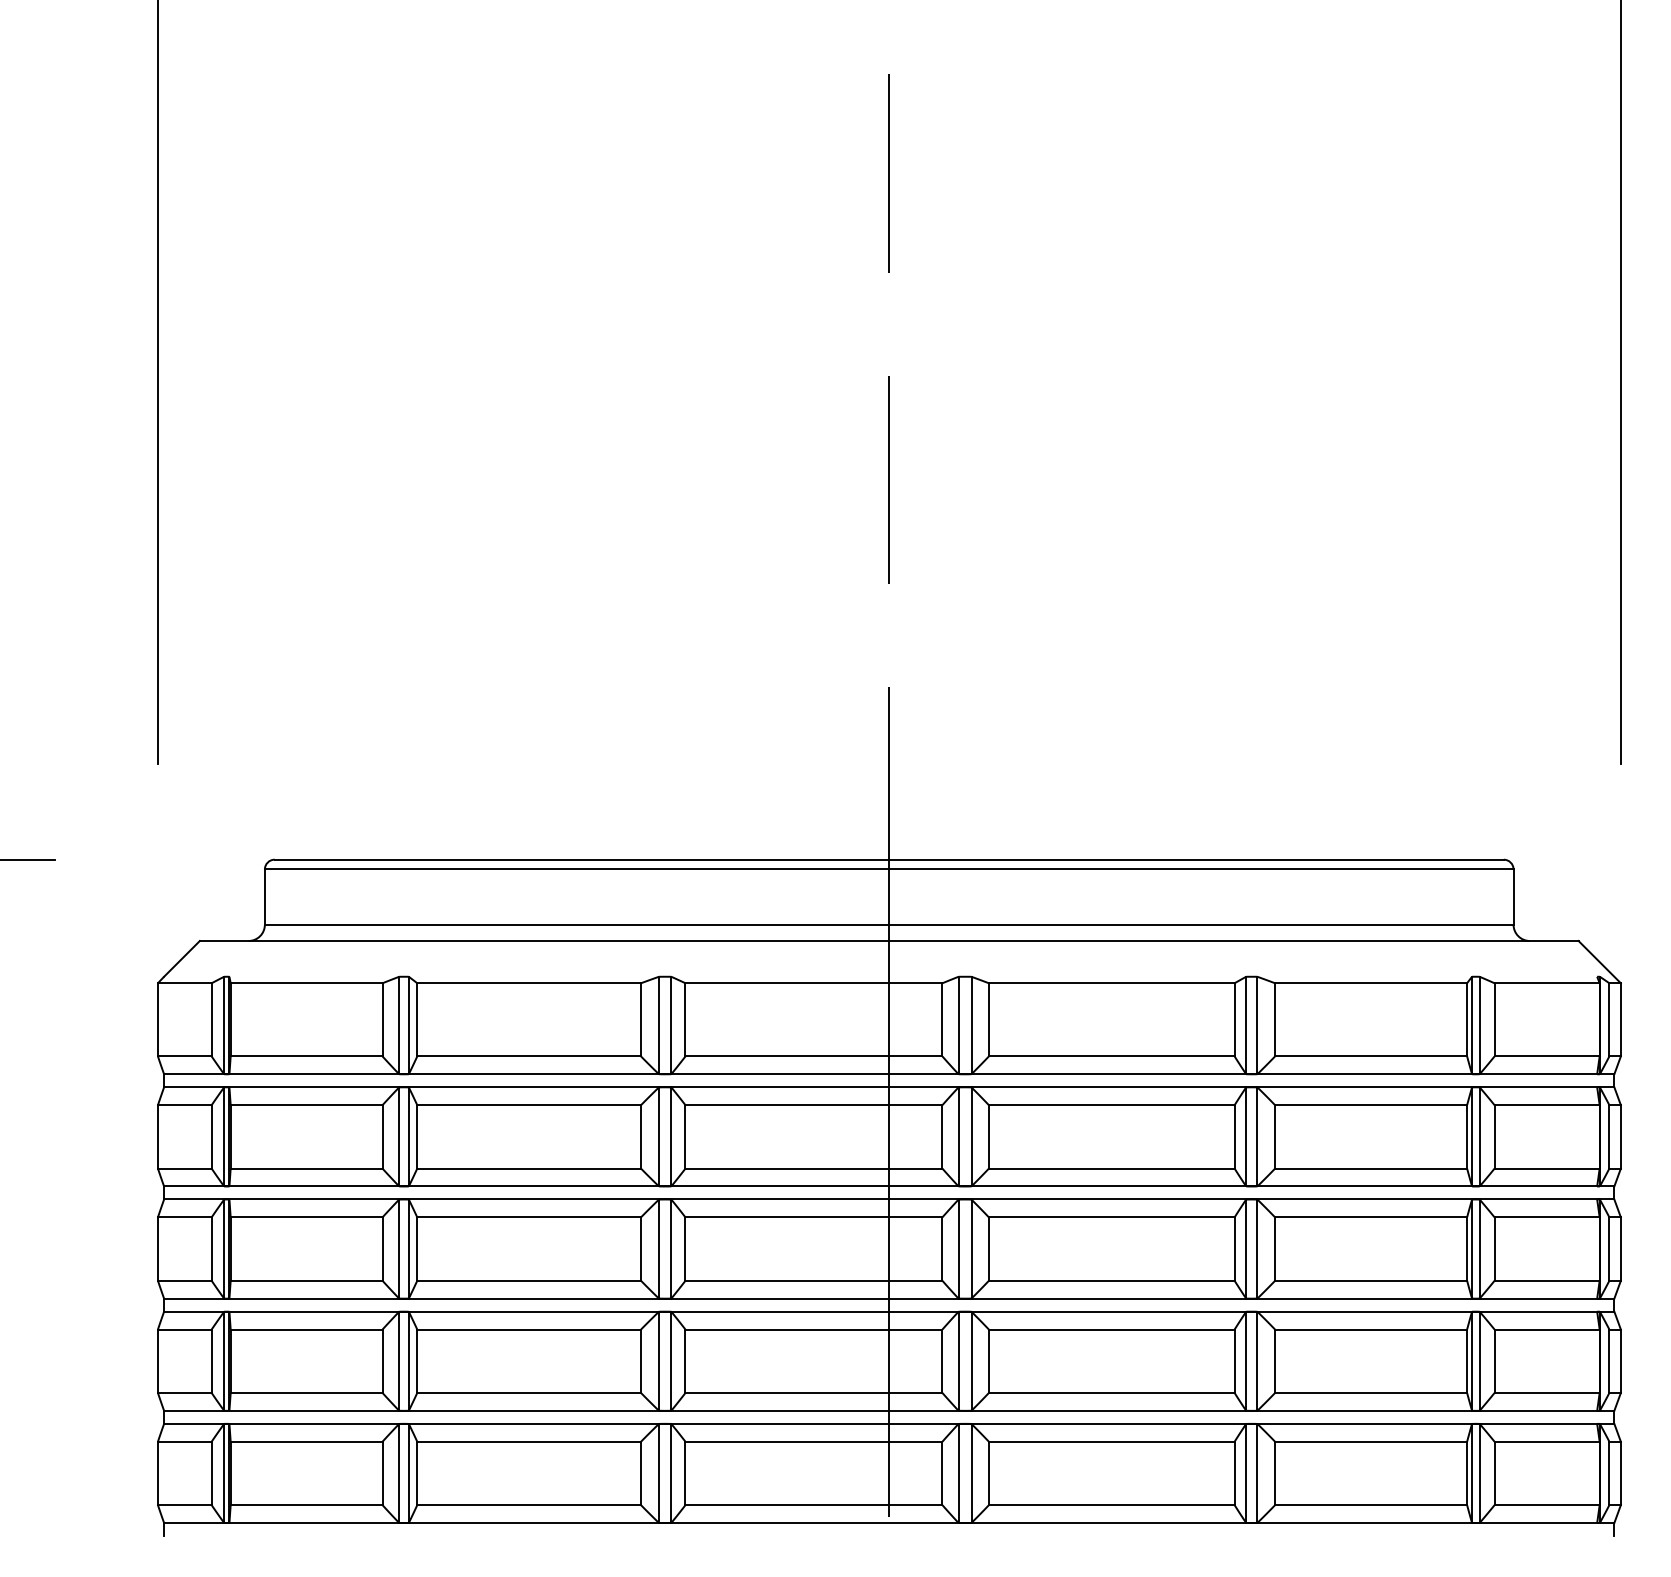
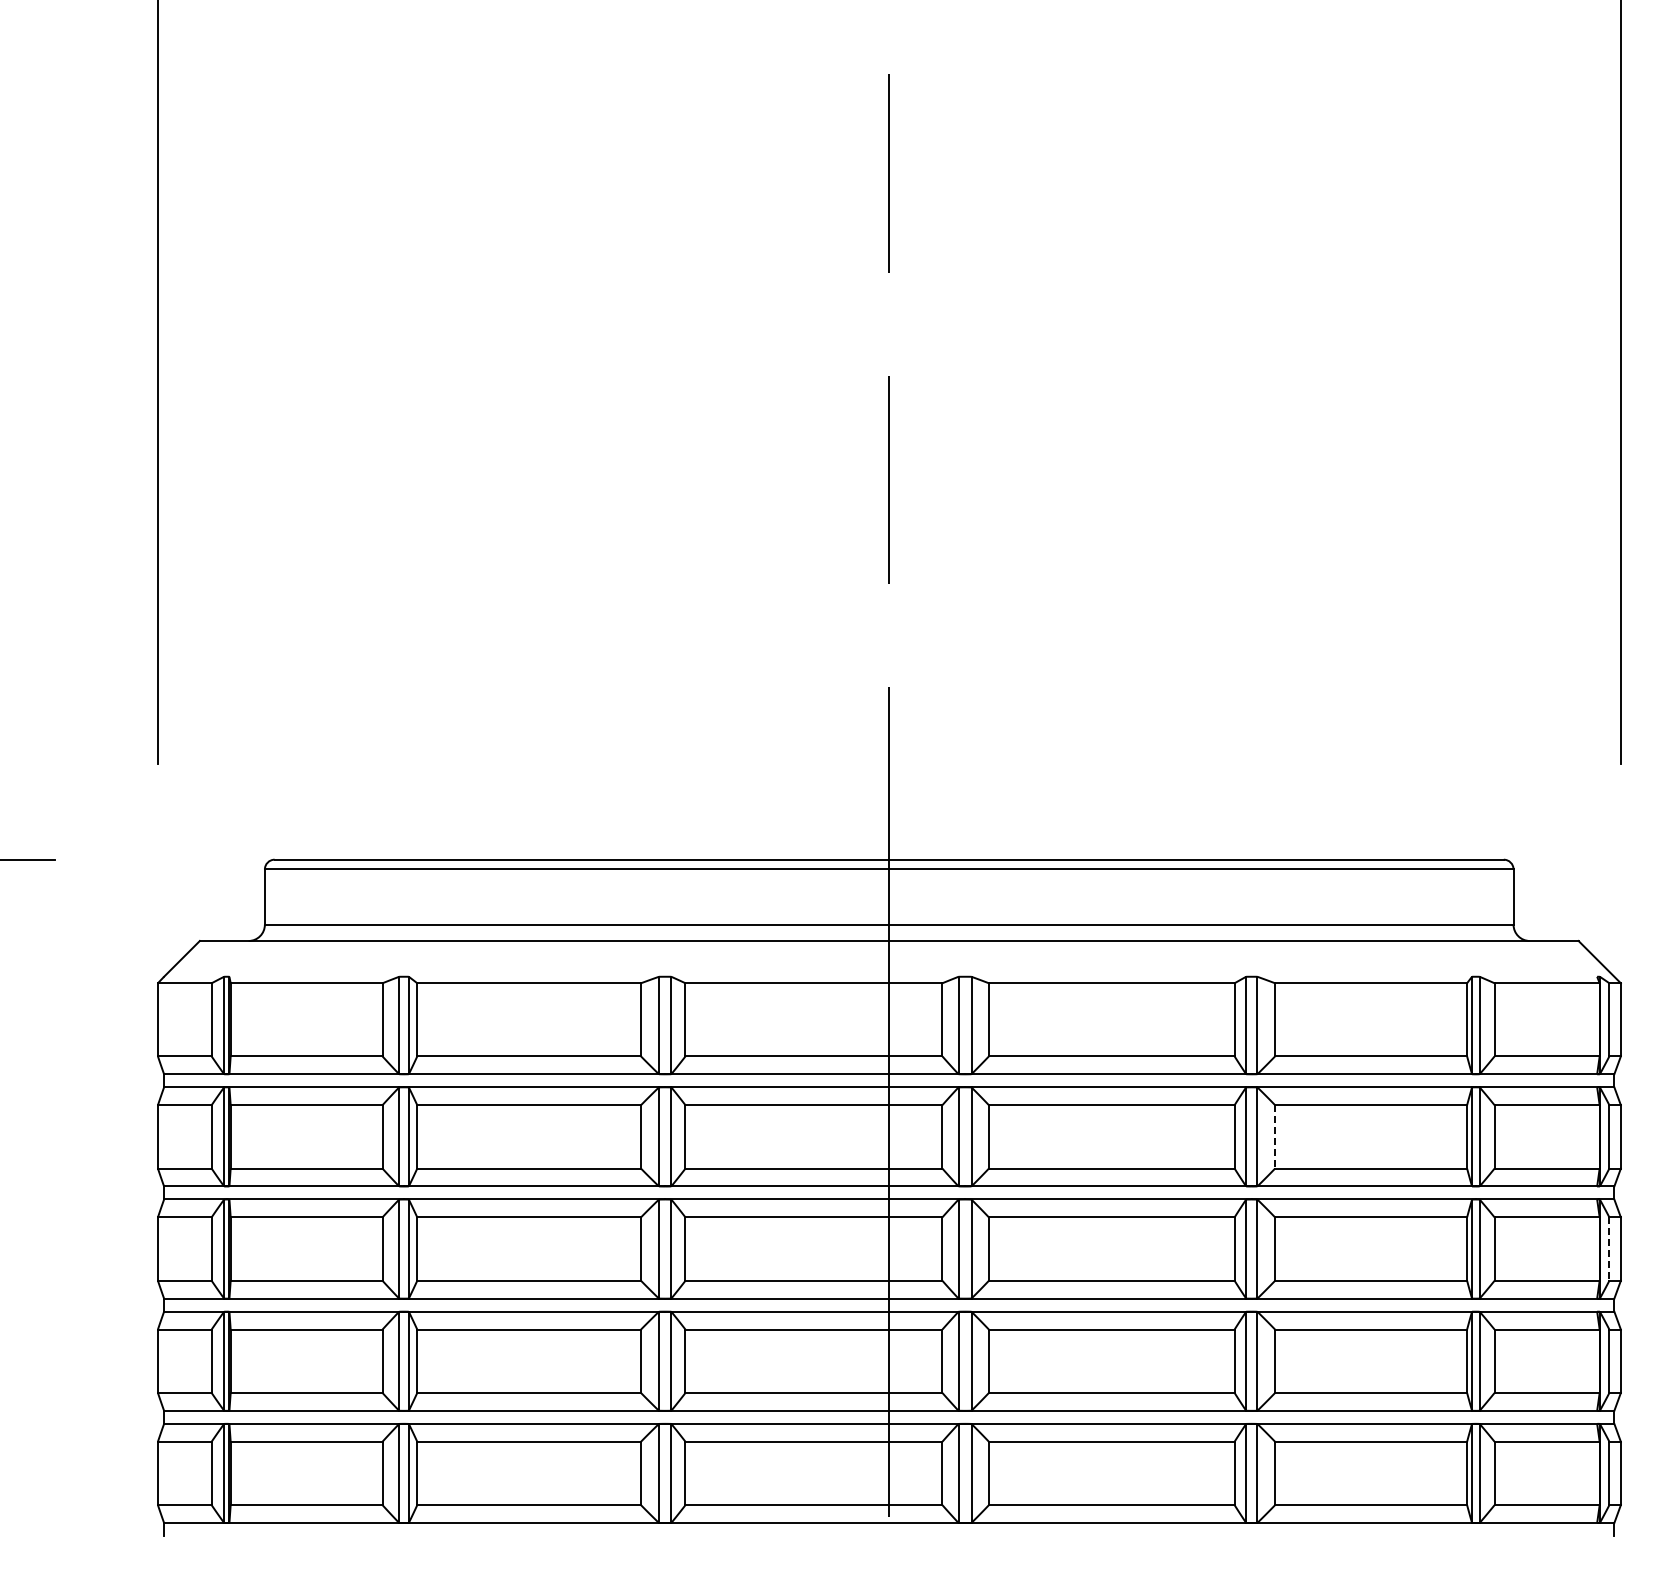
line at (1275, 1136): solid -> dashed
line at (1609, 1249): solid -> dashed
